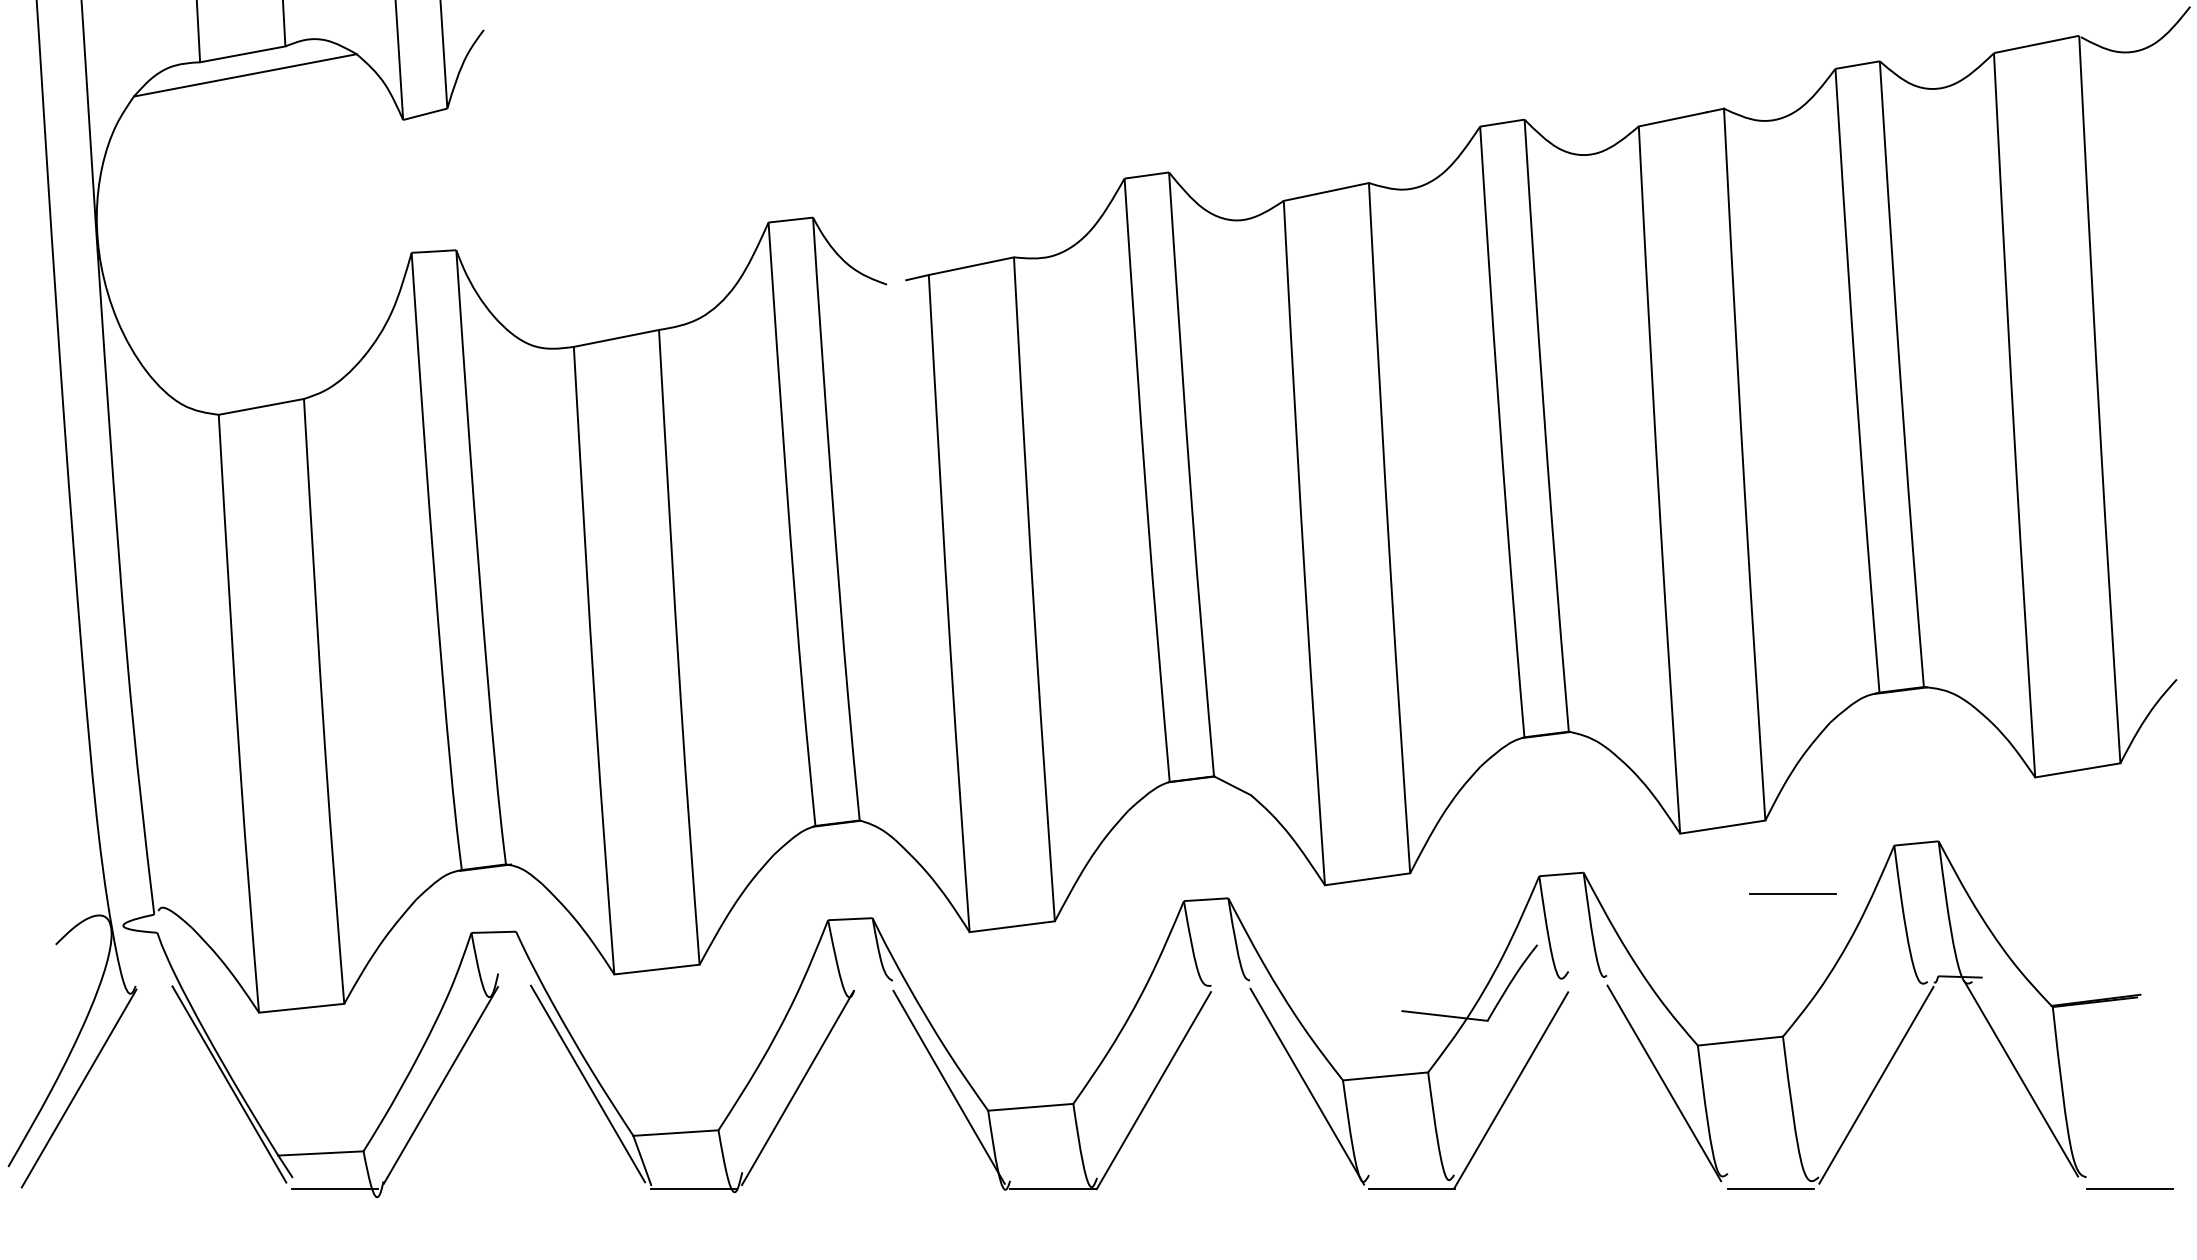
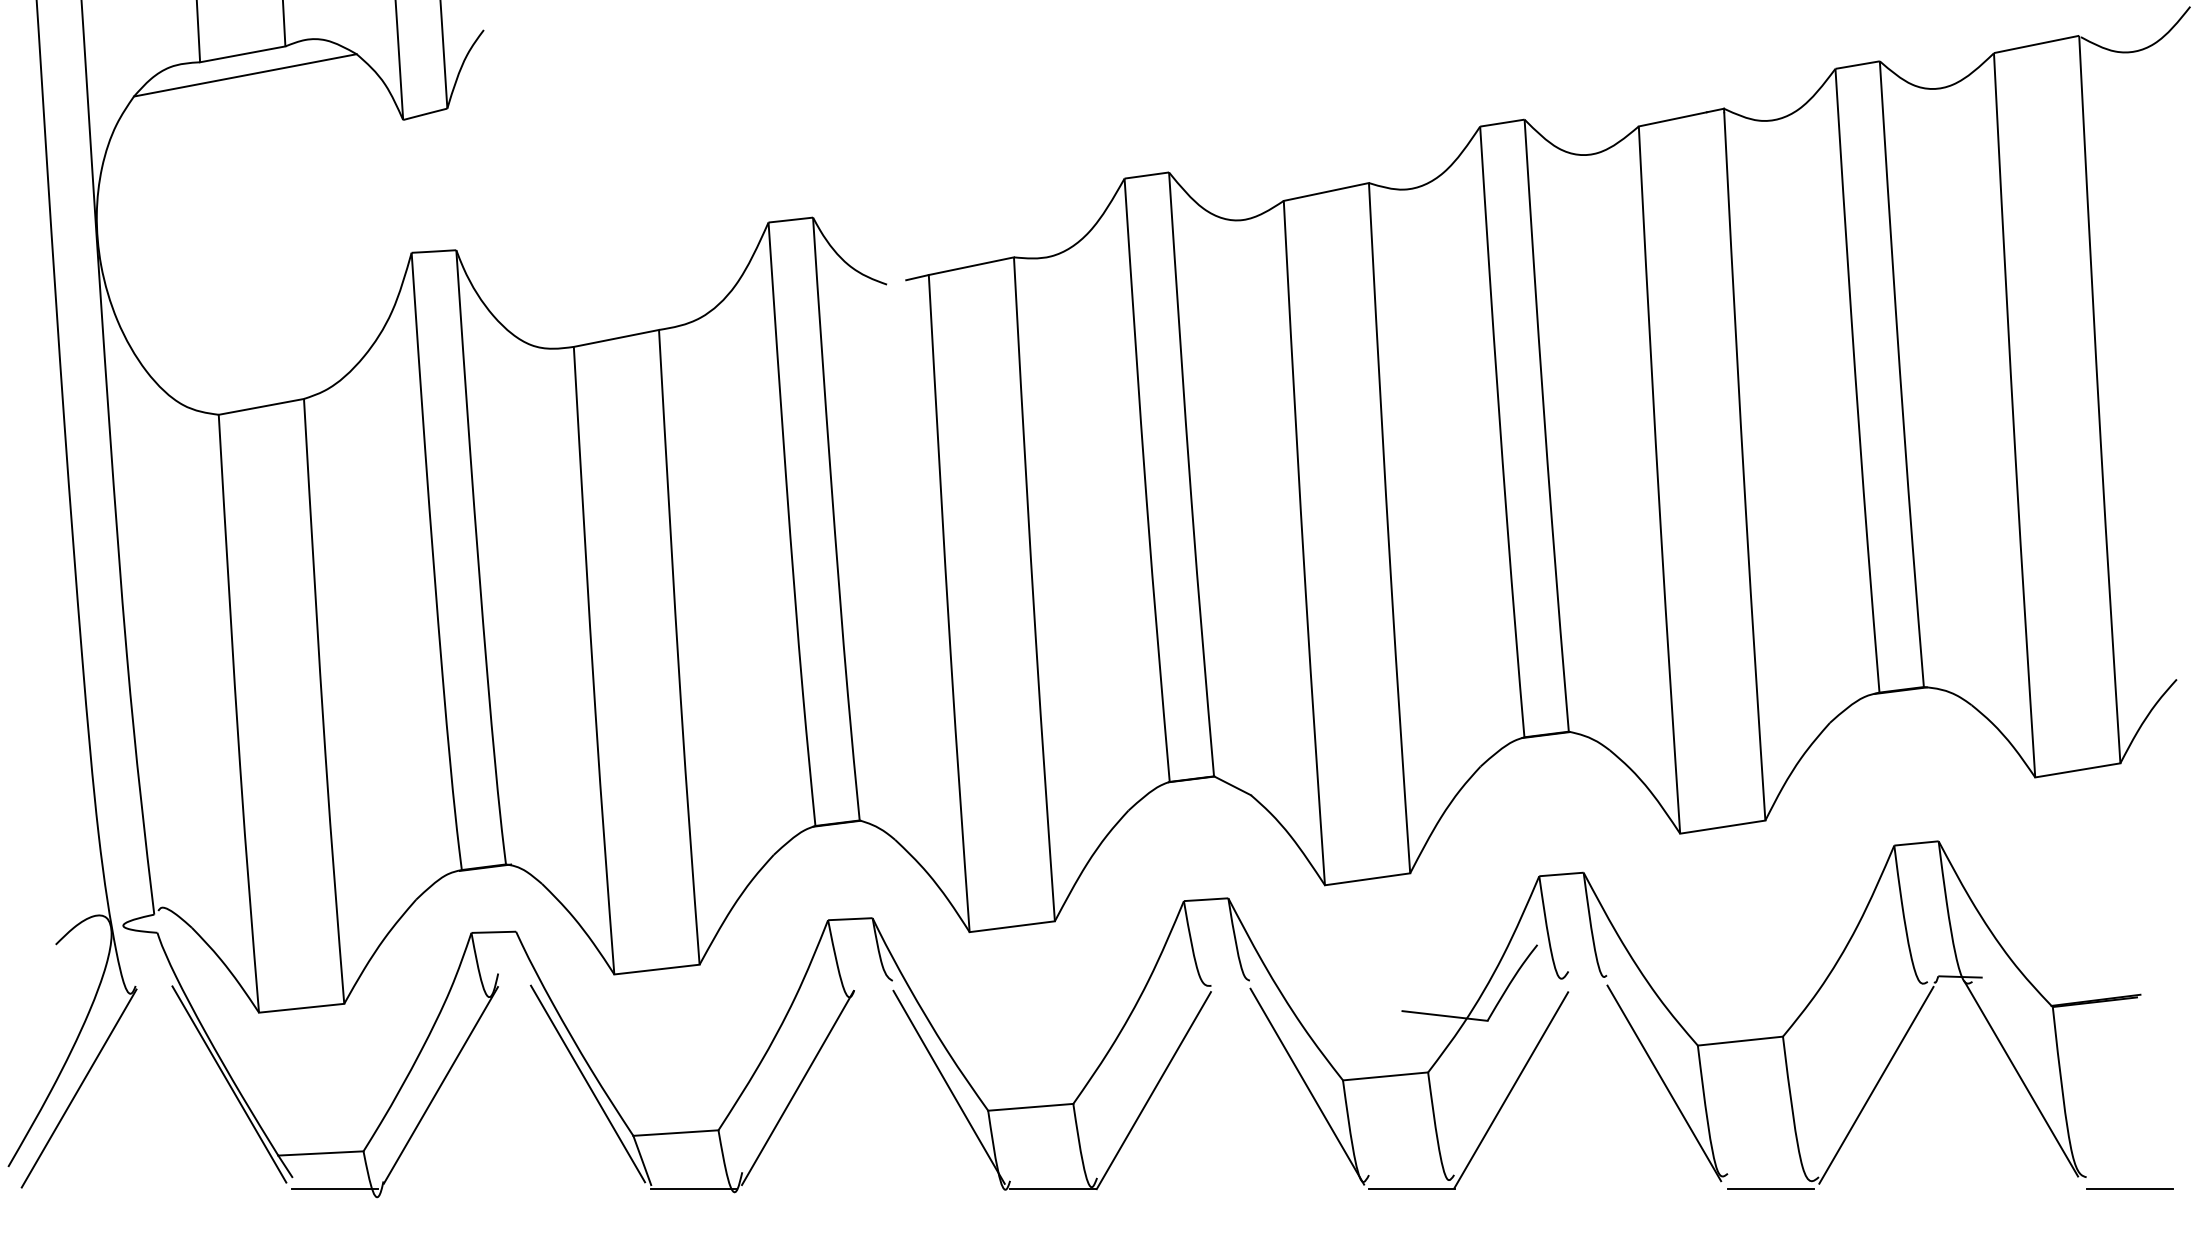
line at (1792, 893): present -> none
